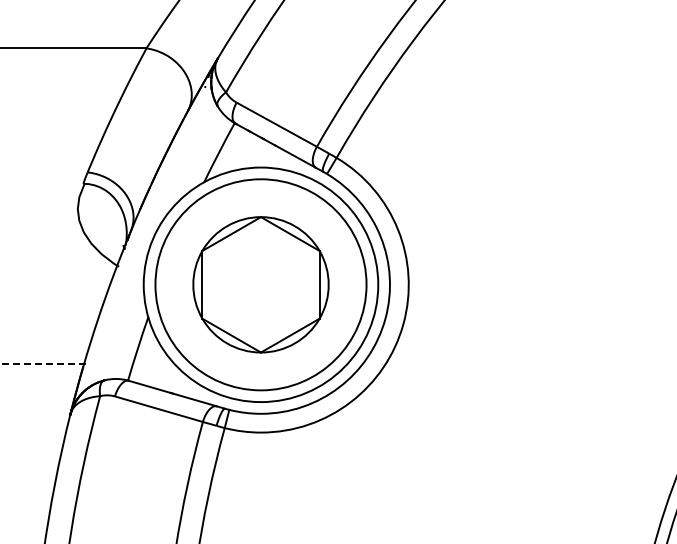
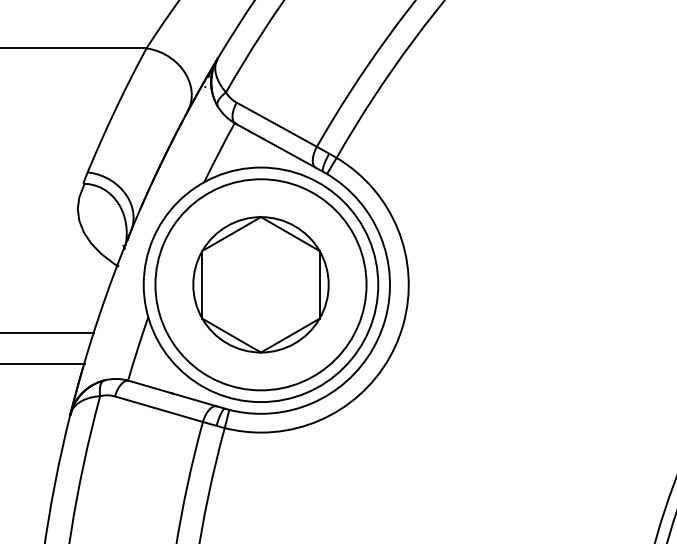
line at (48, 332): none -> present
line at (42, 364): dashed -> solid
